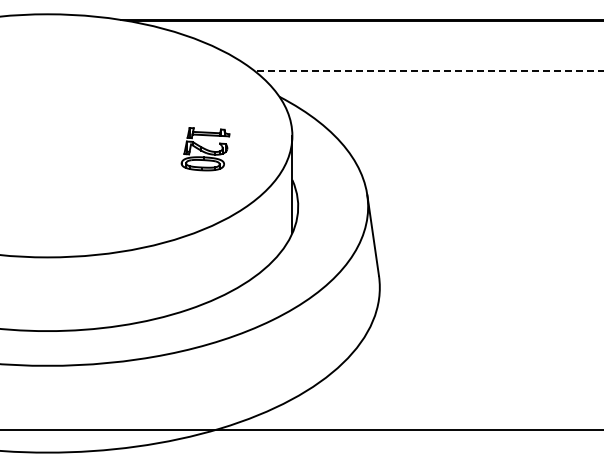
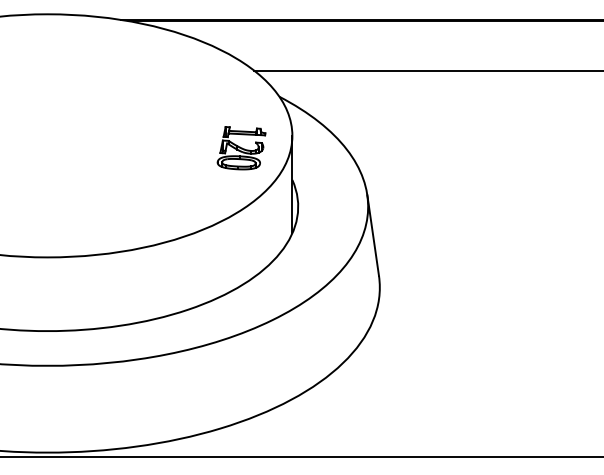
line at (429, 70): dashed -> solid
part at (205, 149) position: (205, 149) -> (241, 148)
line at (301, 430) position: (301, 430) -> (301, 457)
